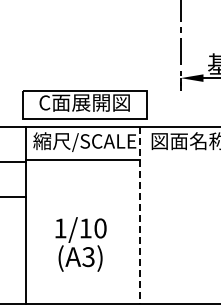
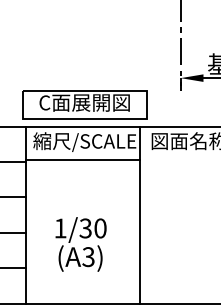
line at (139, 215): dashed -> solid
text at (85, 228): 1/10 -> 1/30
line at (14, 232): none -> present
line at (14, 268): none -> present
